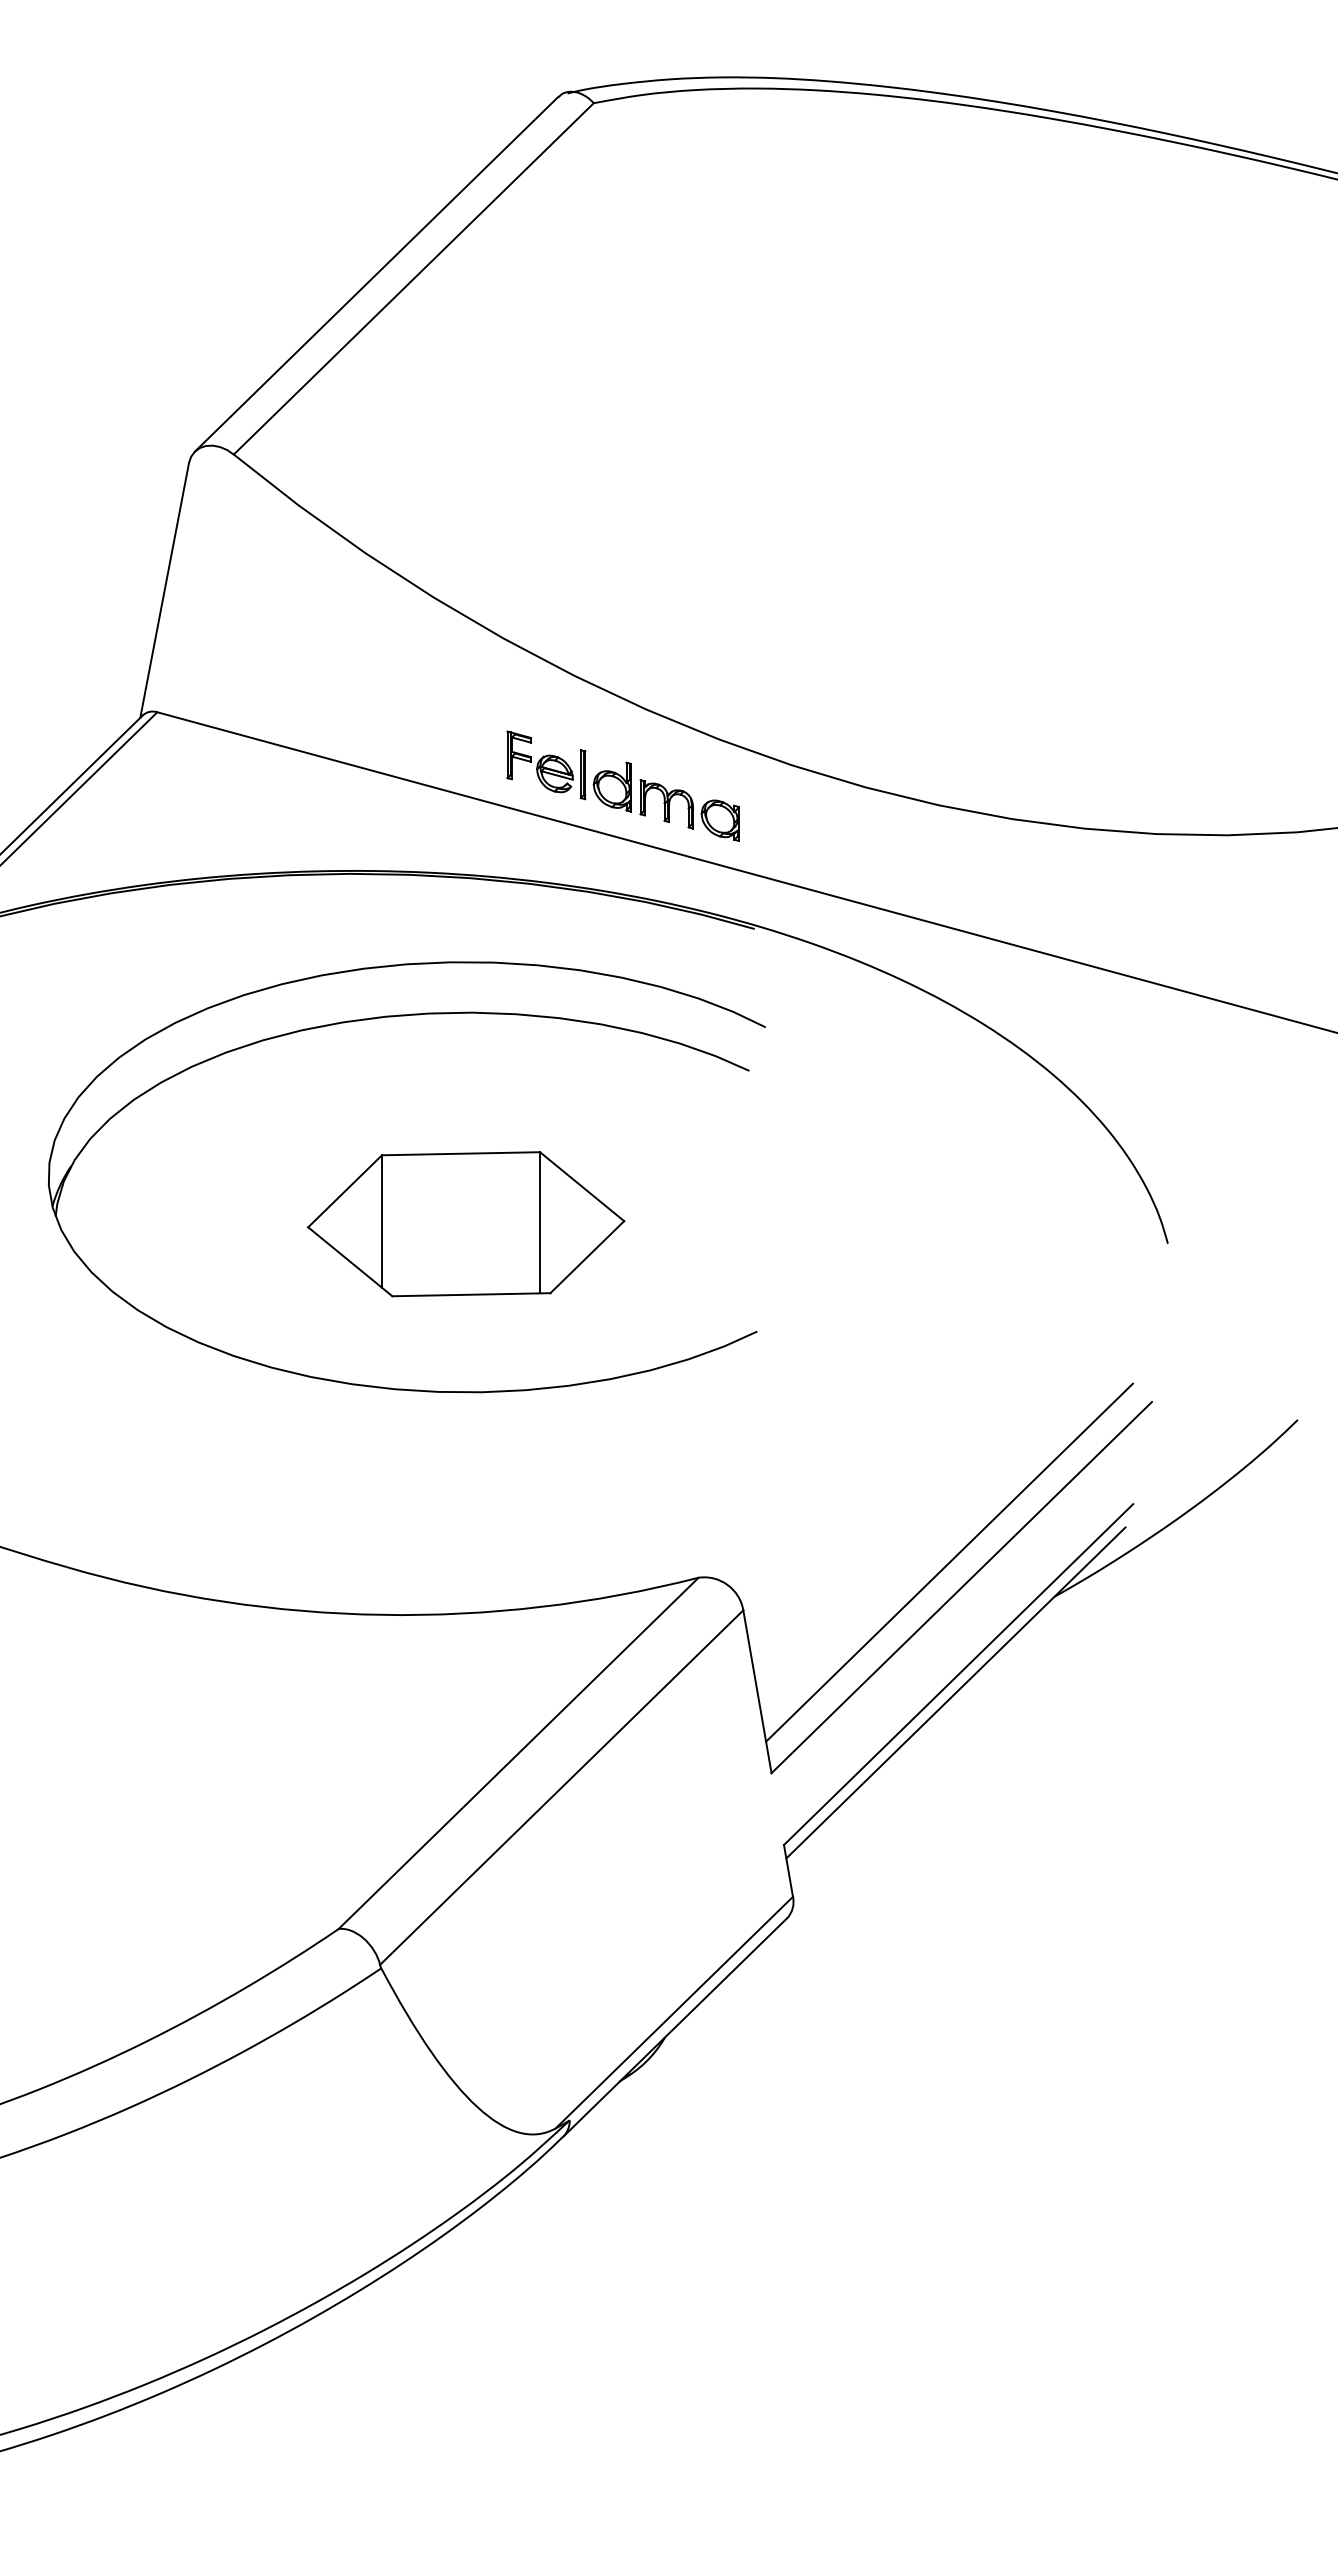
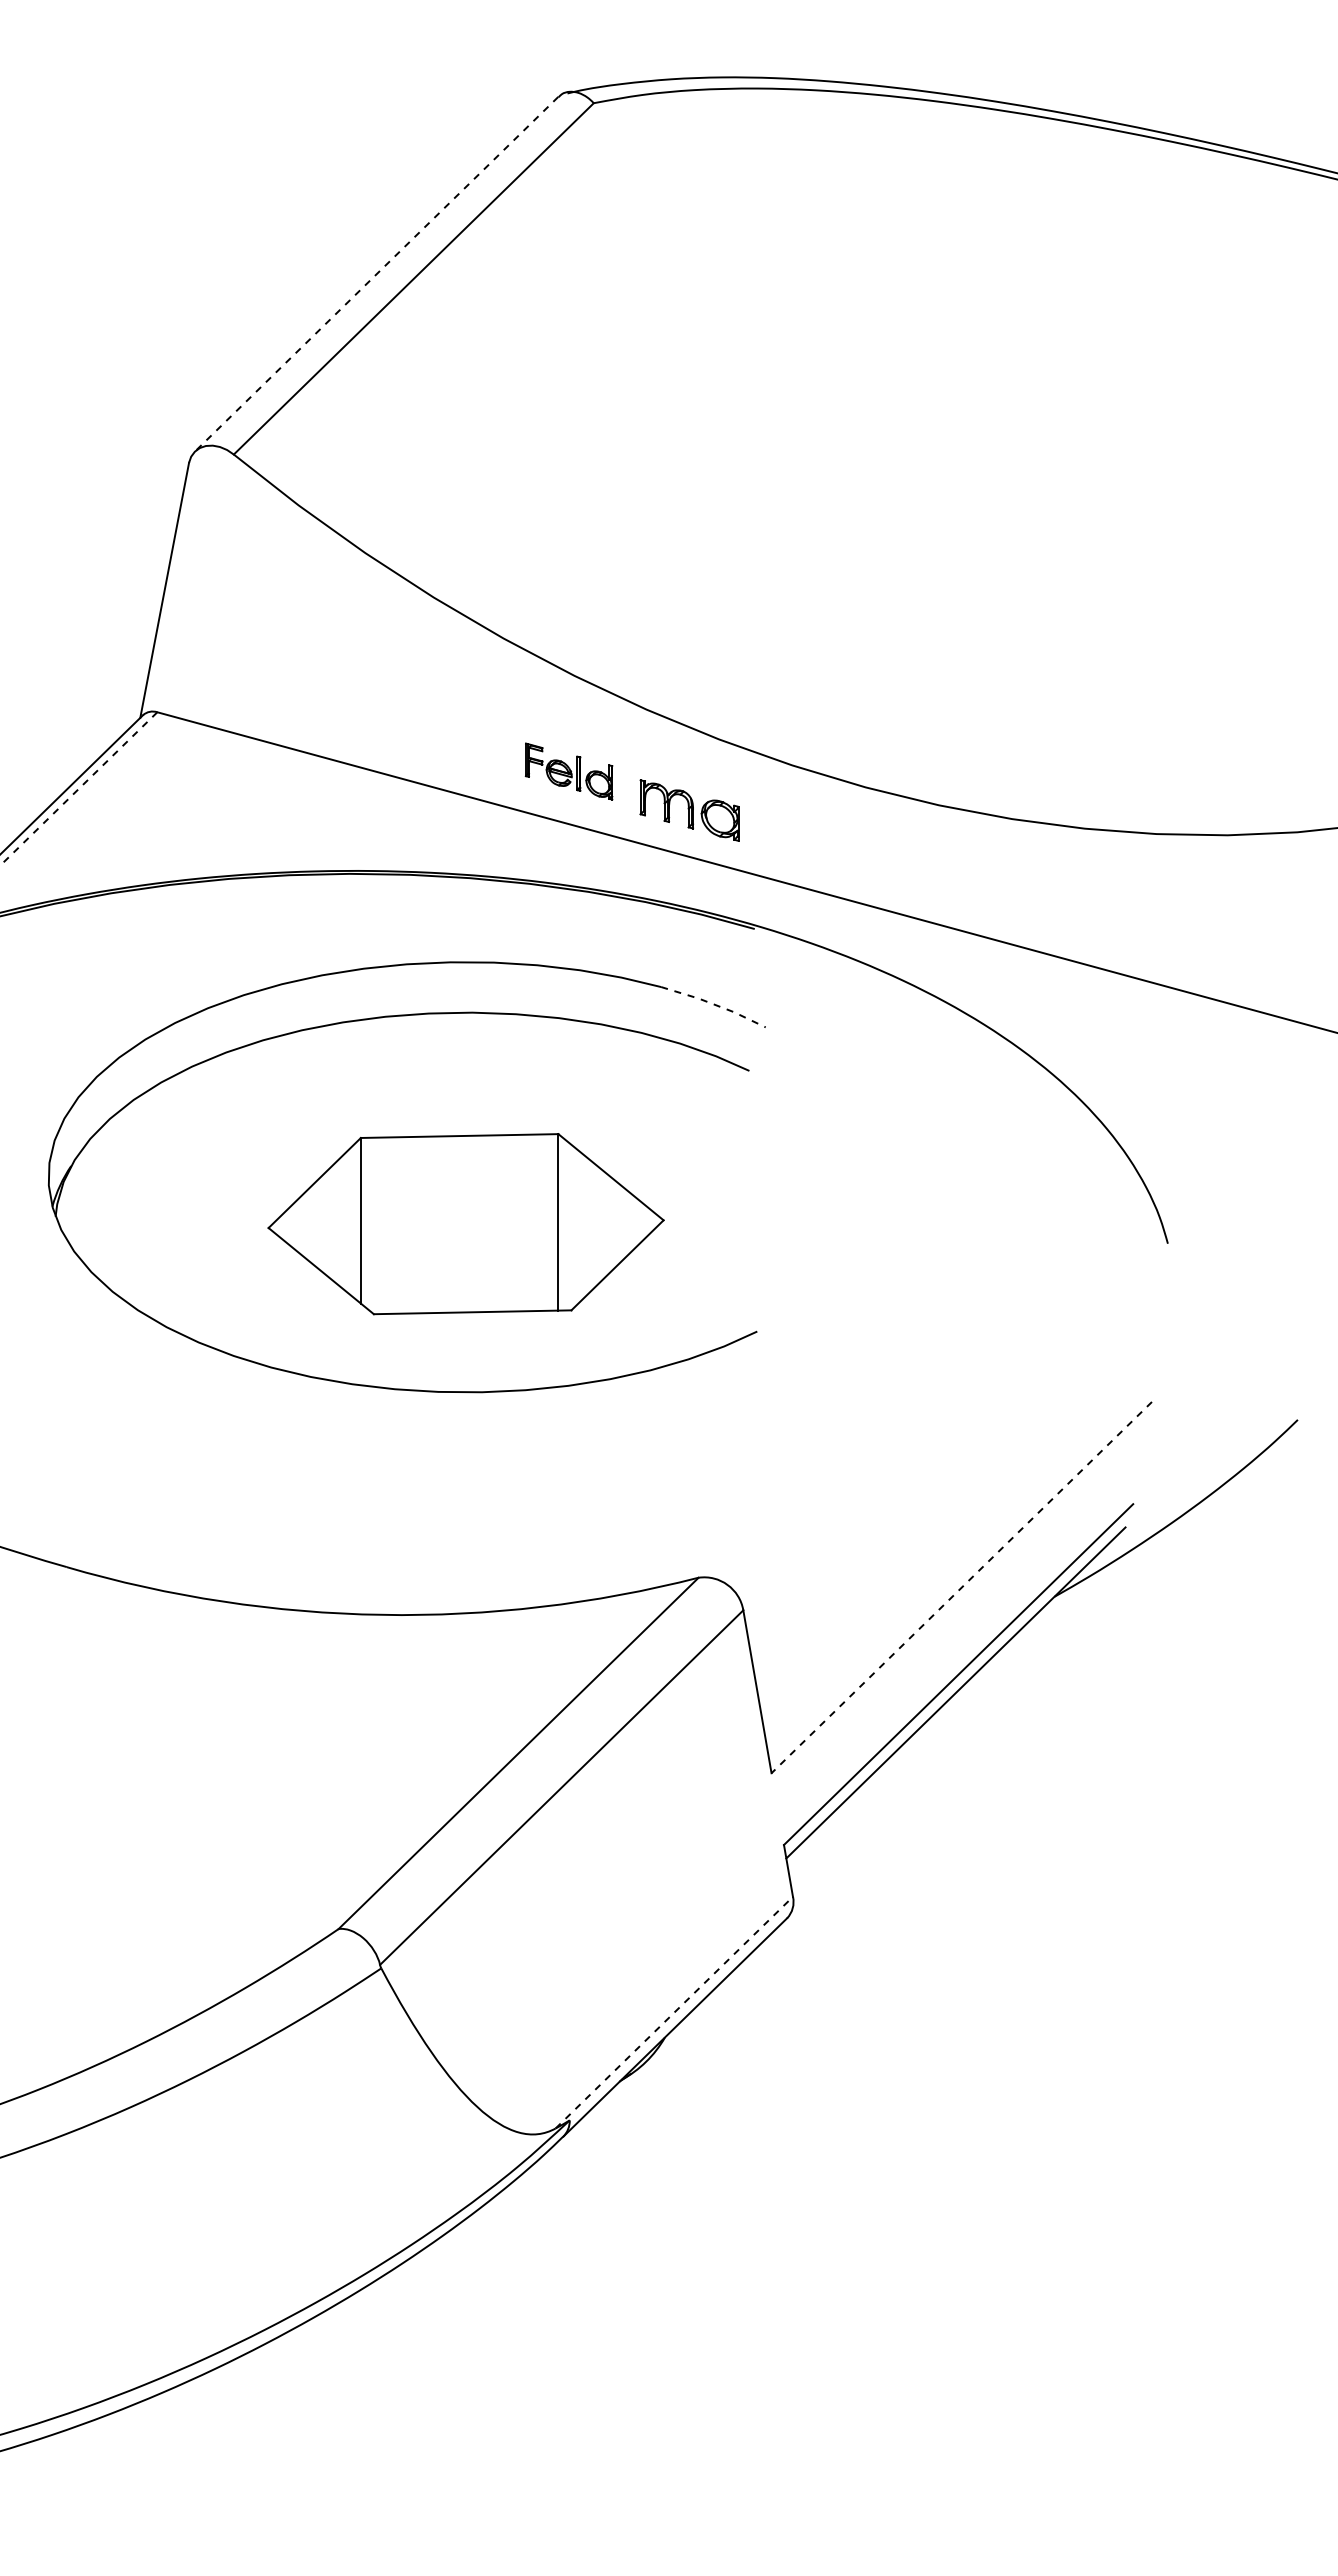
line at (376, 274): solid -> dashed
part at (568, 771) size: 126x83 px -> 90x59 px
line at (78, 788): solid -> dashed
line at (714, 1004): solid -> dashed
part at (466, 1224) size: 319x147 px -> 398x183 px
line at (949, 1562): present -> none
line at (961, 1587): solid -> dashed
line at (674, 2012): solid -> dashed
